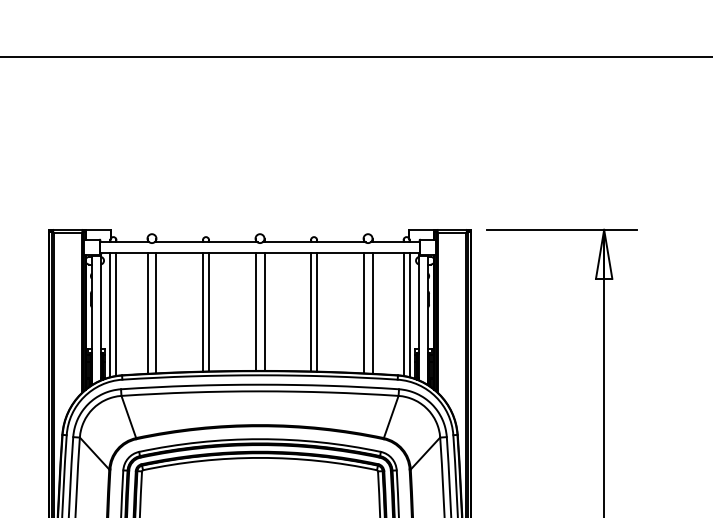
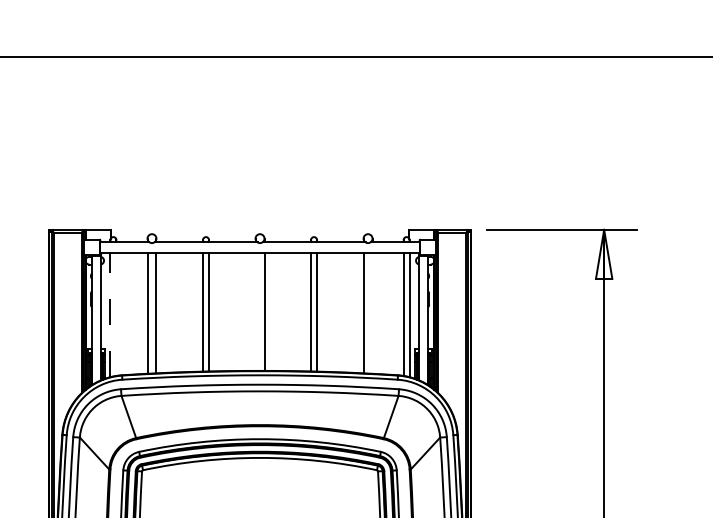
line at (255, 311): present -> none
line at (372, 312): present -> none
line at (116, 313): present -> none
line at (110, 314): solid -> dashed
